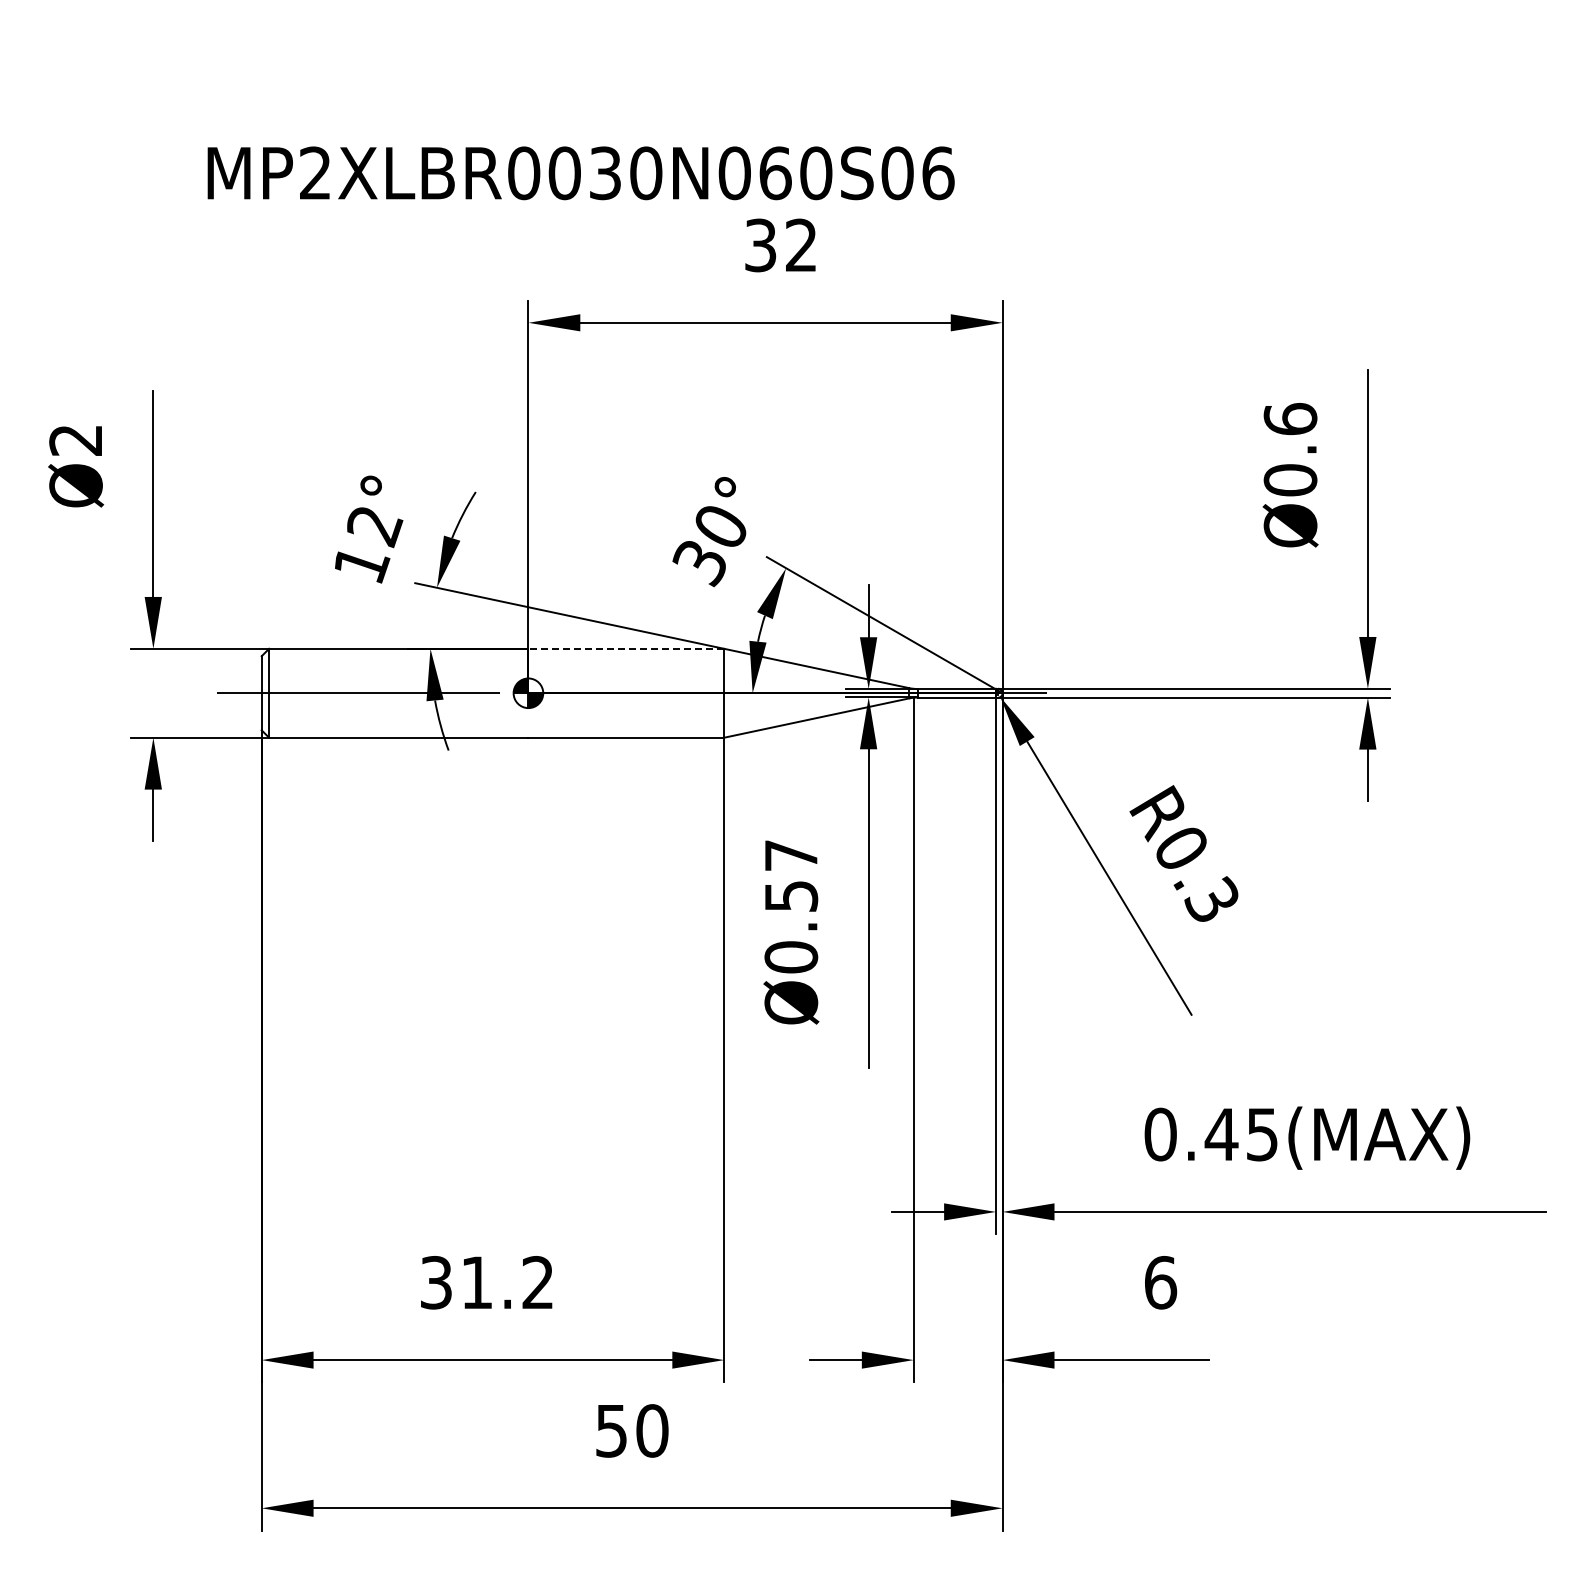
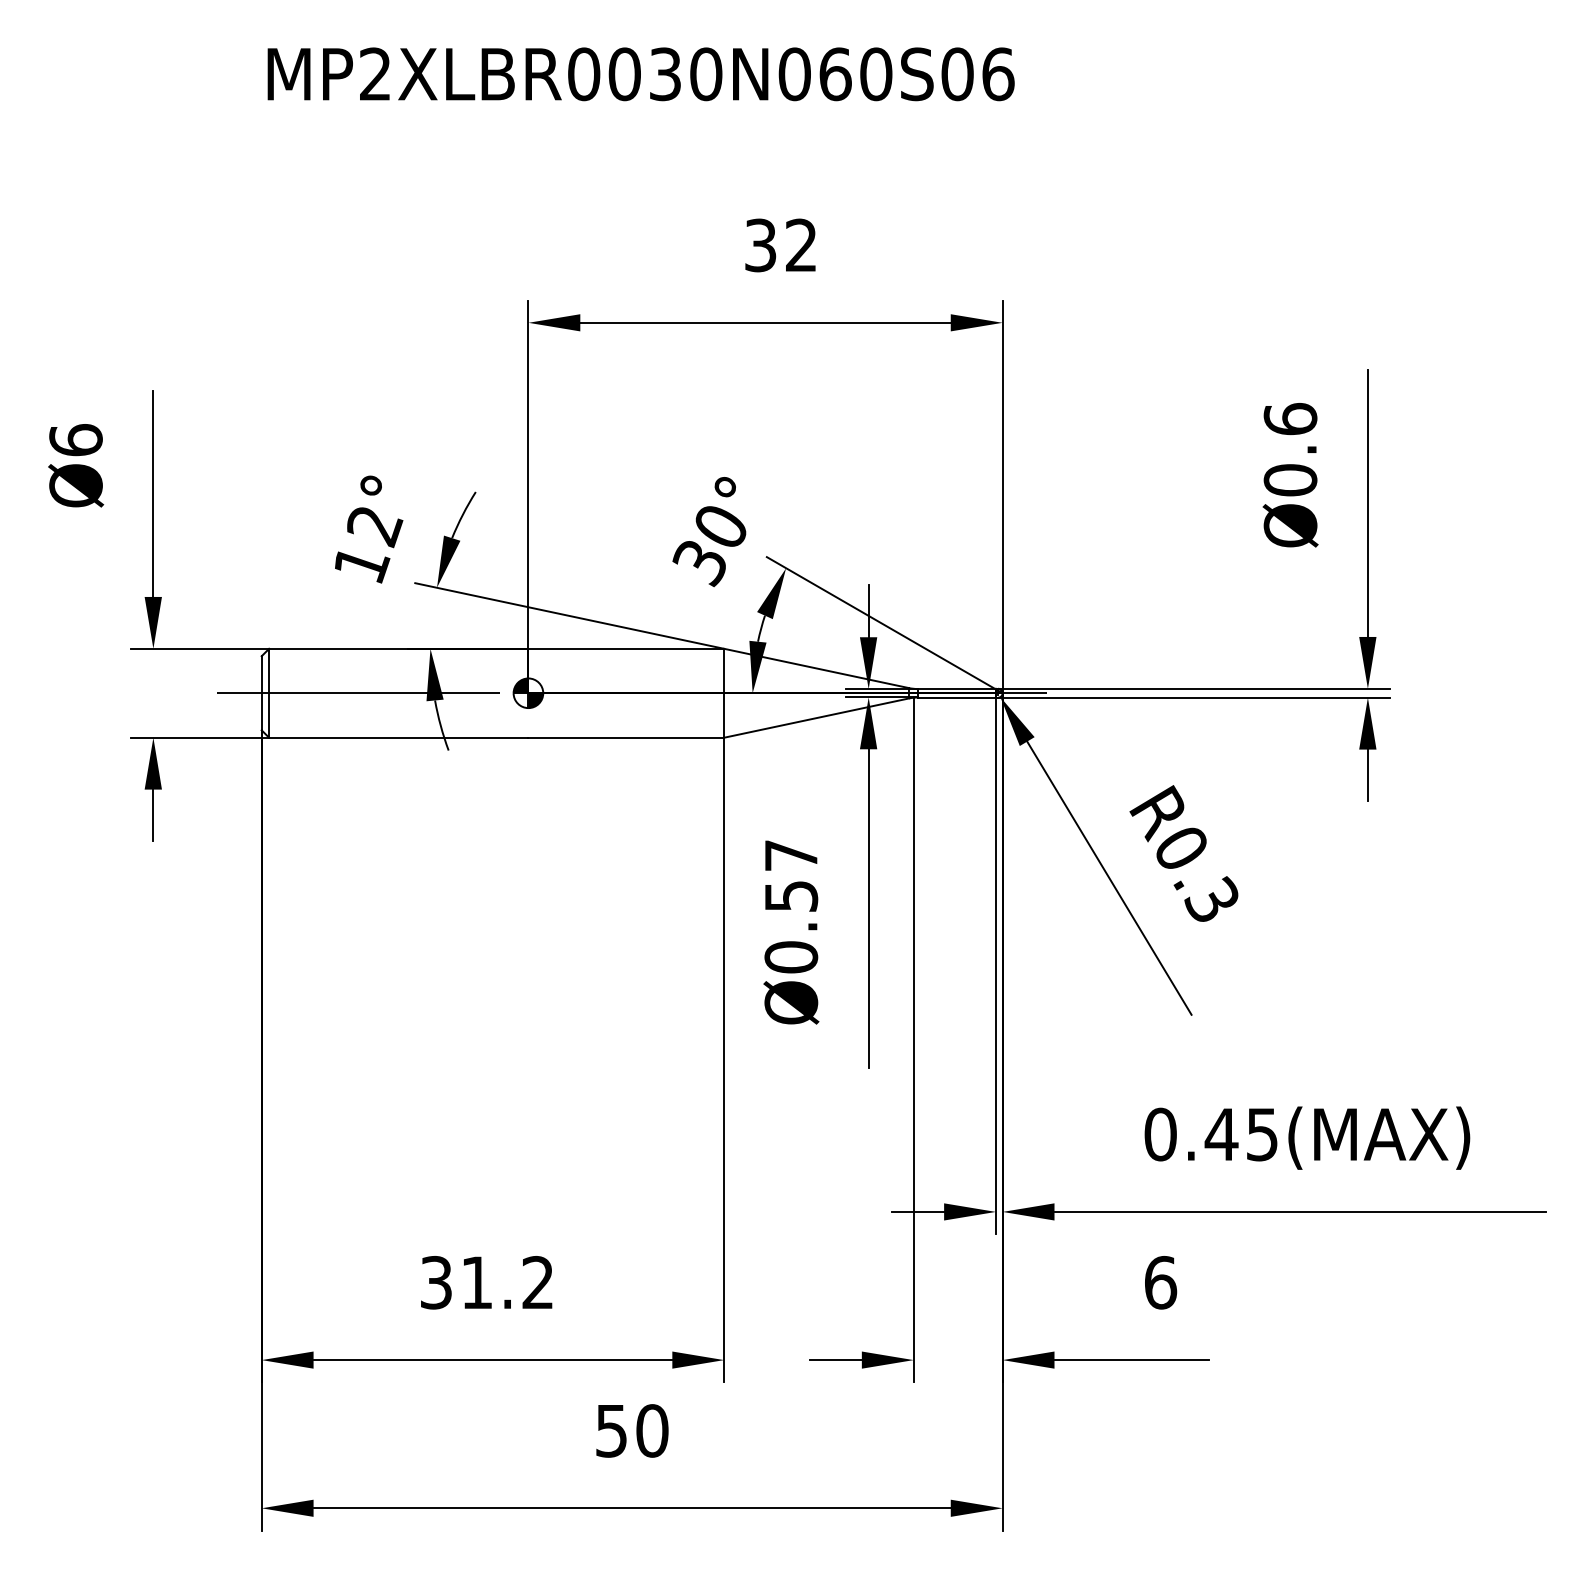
text at (580, 173) position: (580, 173) -> (640, 74)
text at (75, 440): Ø2 -> Ø6
line at (626, 648): dashed -> solid
